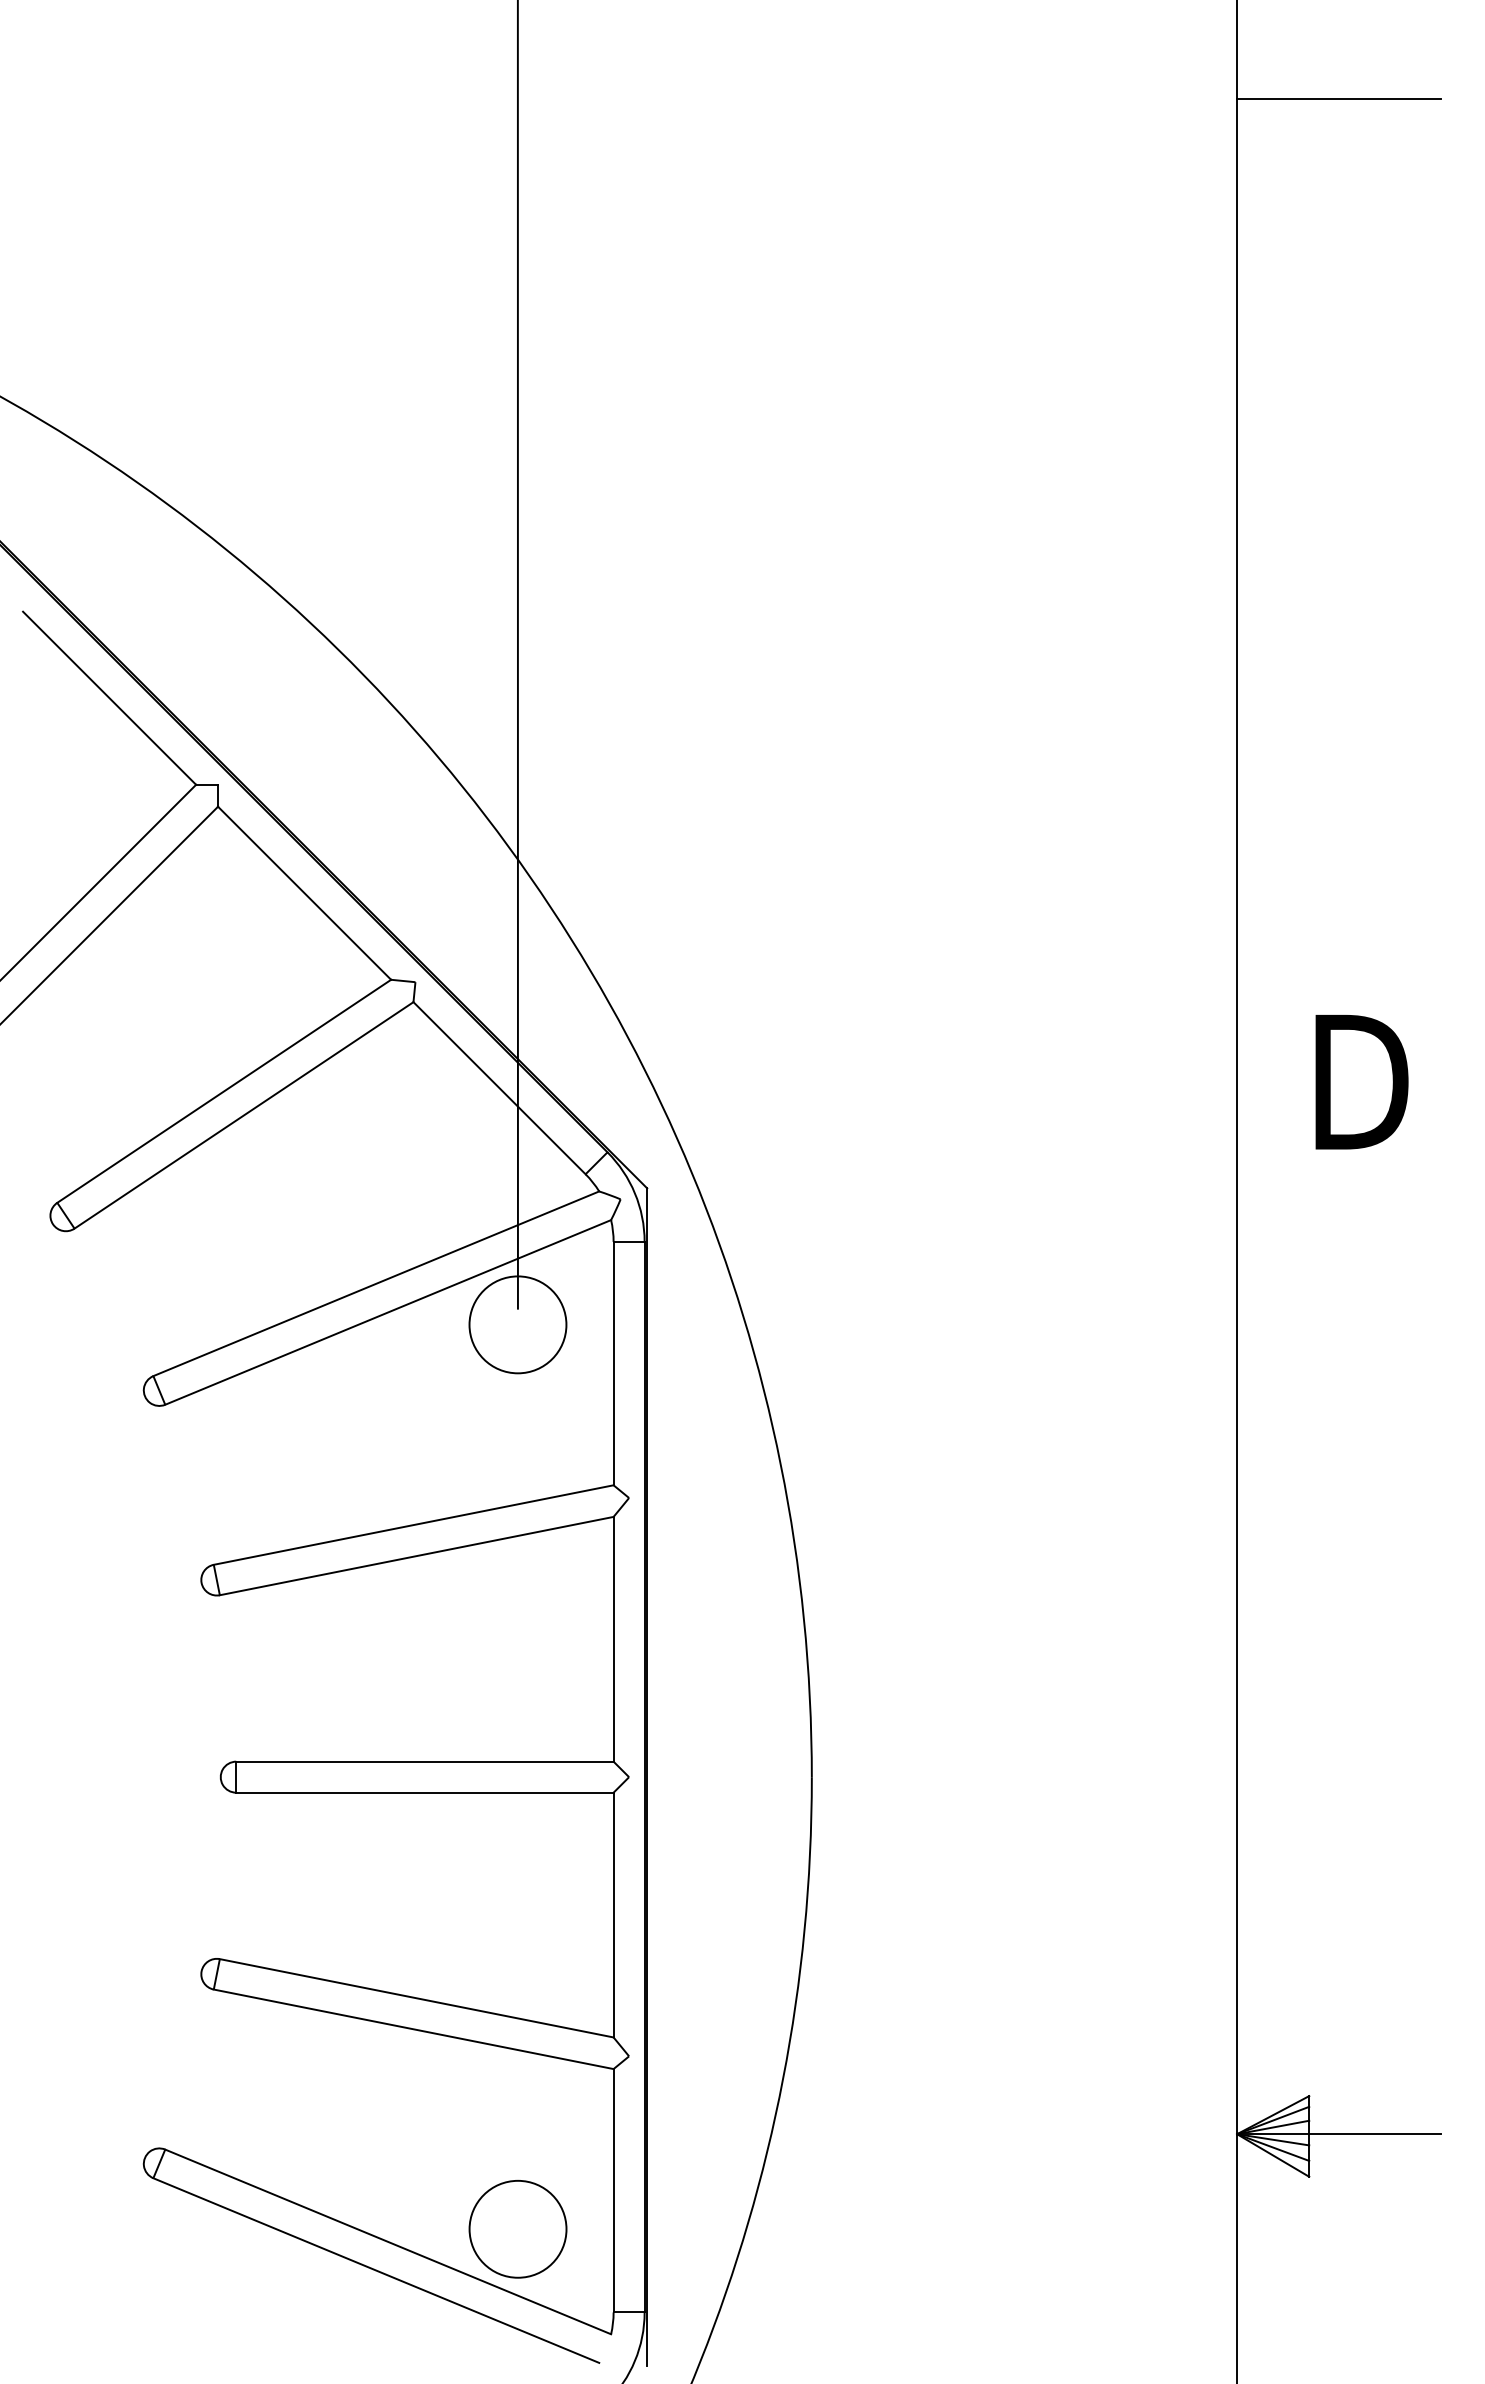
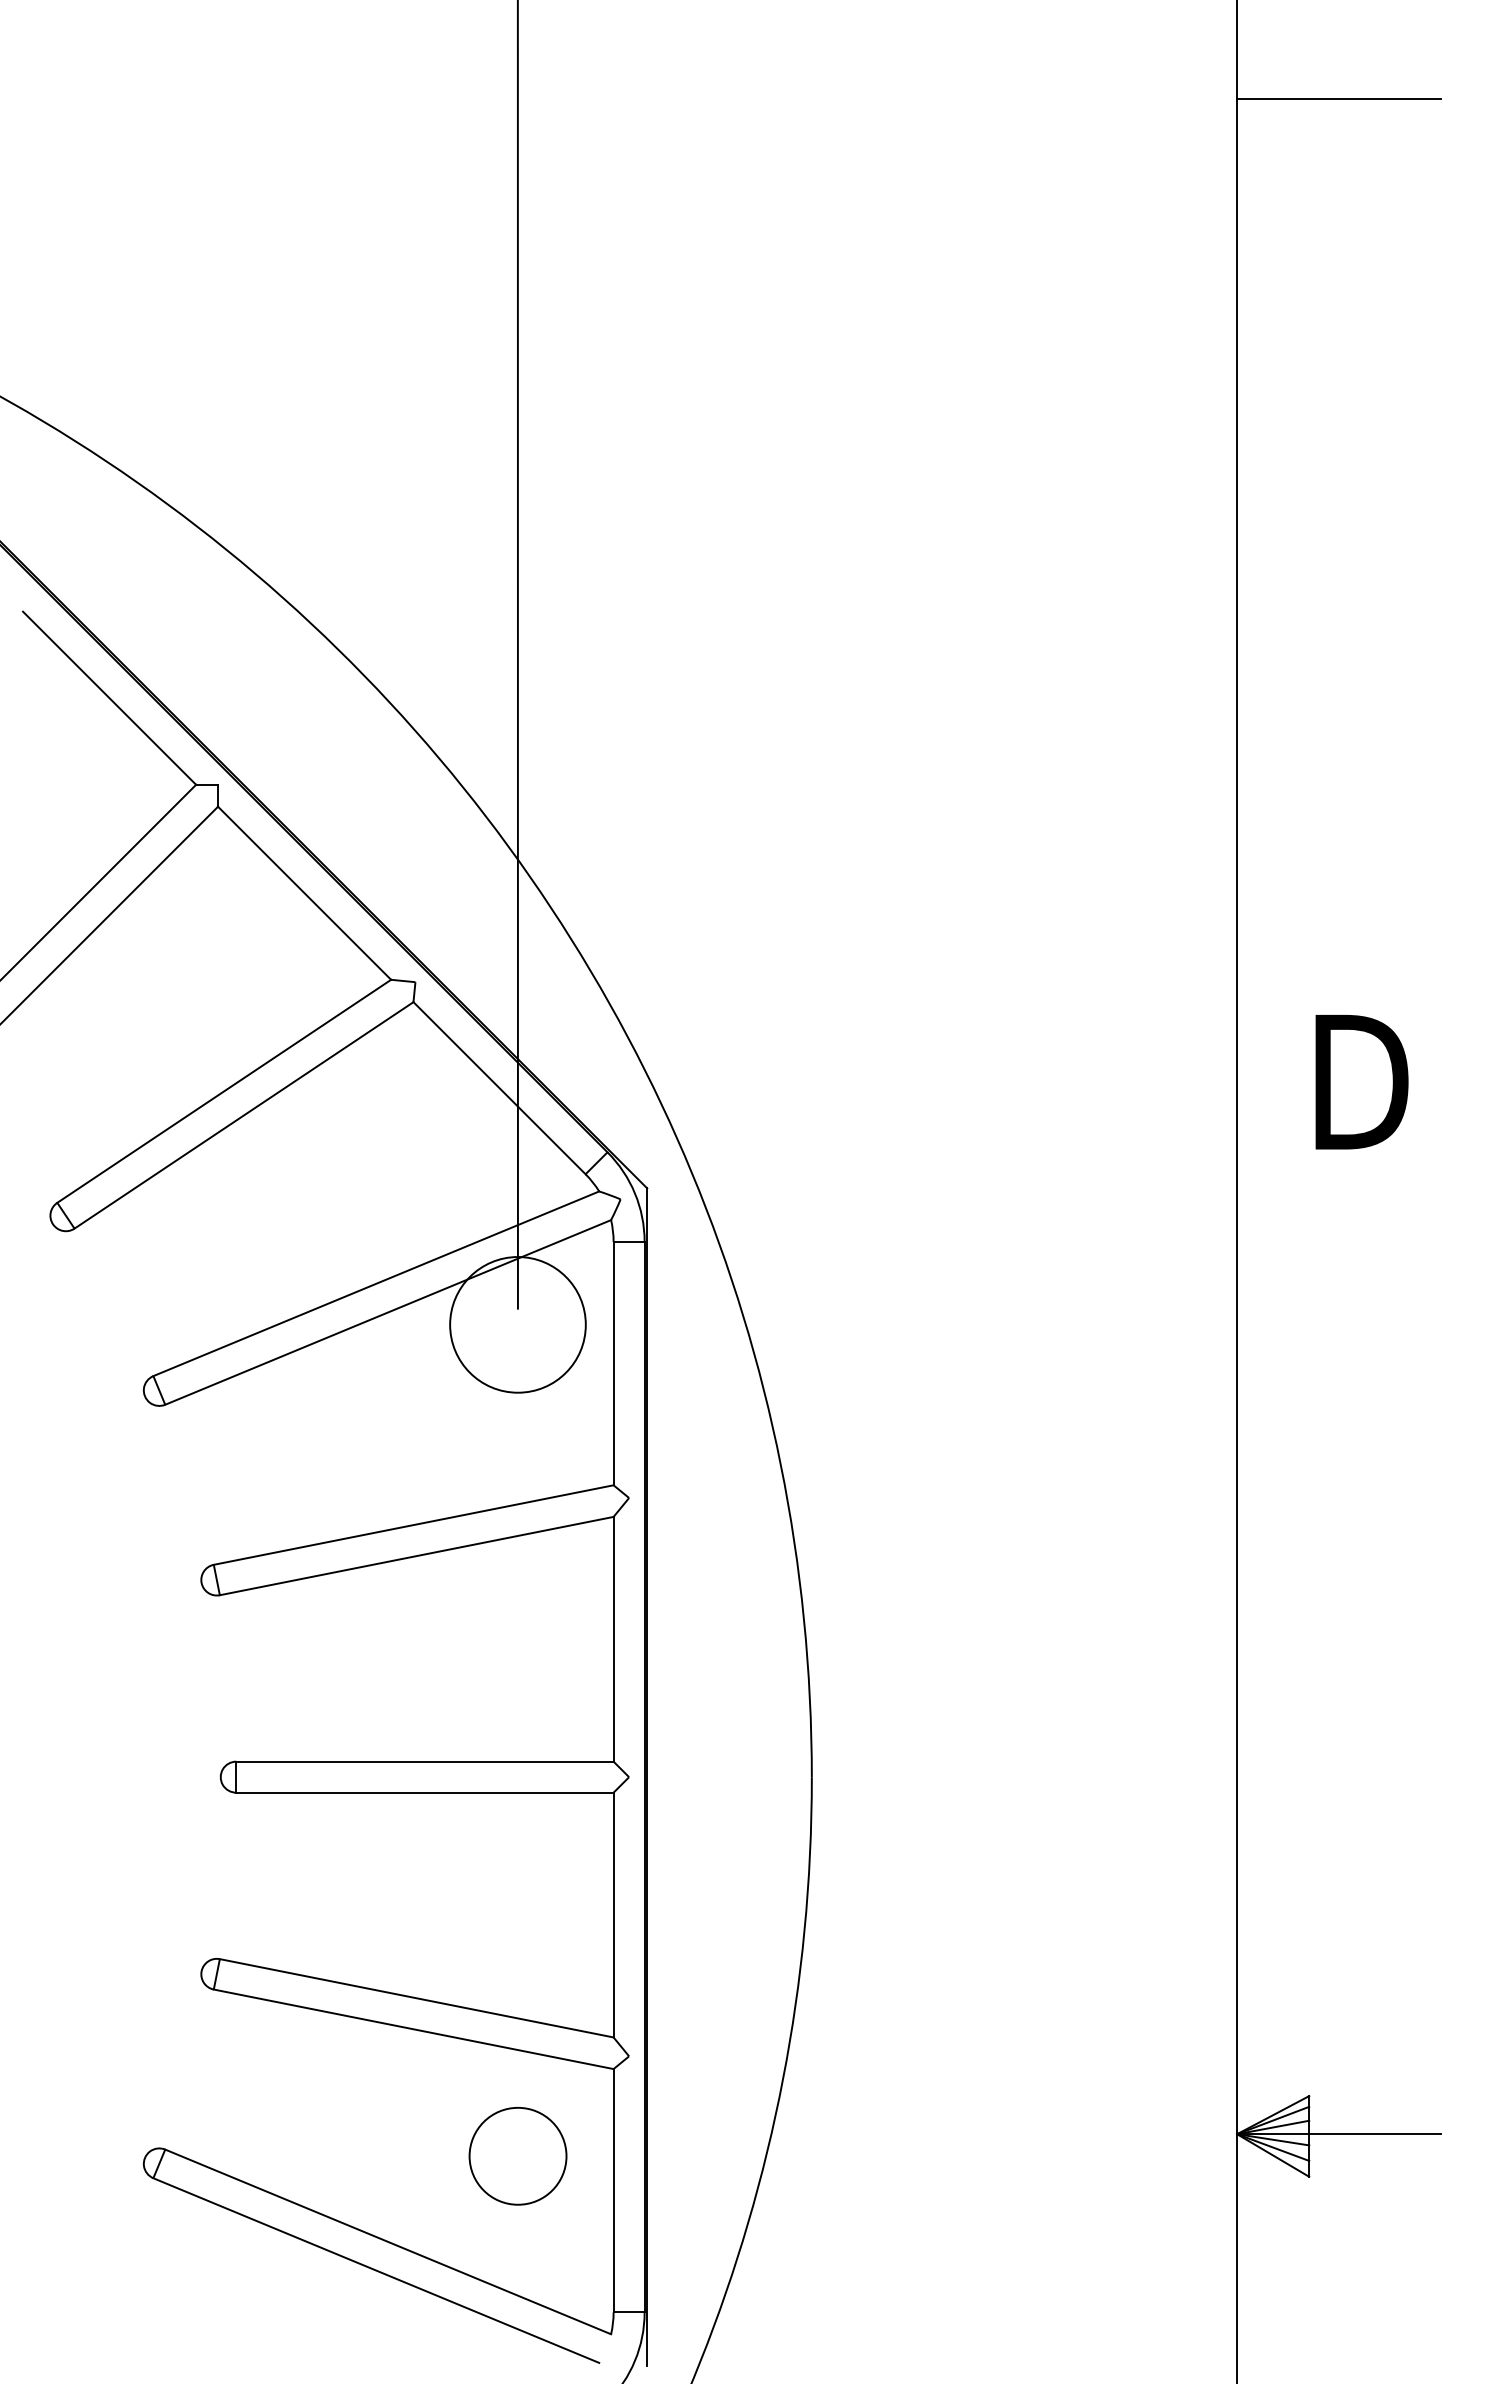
circle at (517, 1324) diameter: 97 px -> 136 px
circle at (517, 2229) position: (517, 2229) -> (517, 2156)
